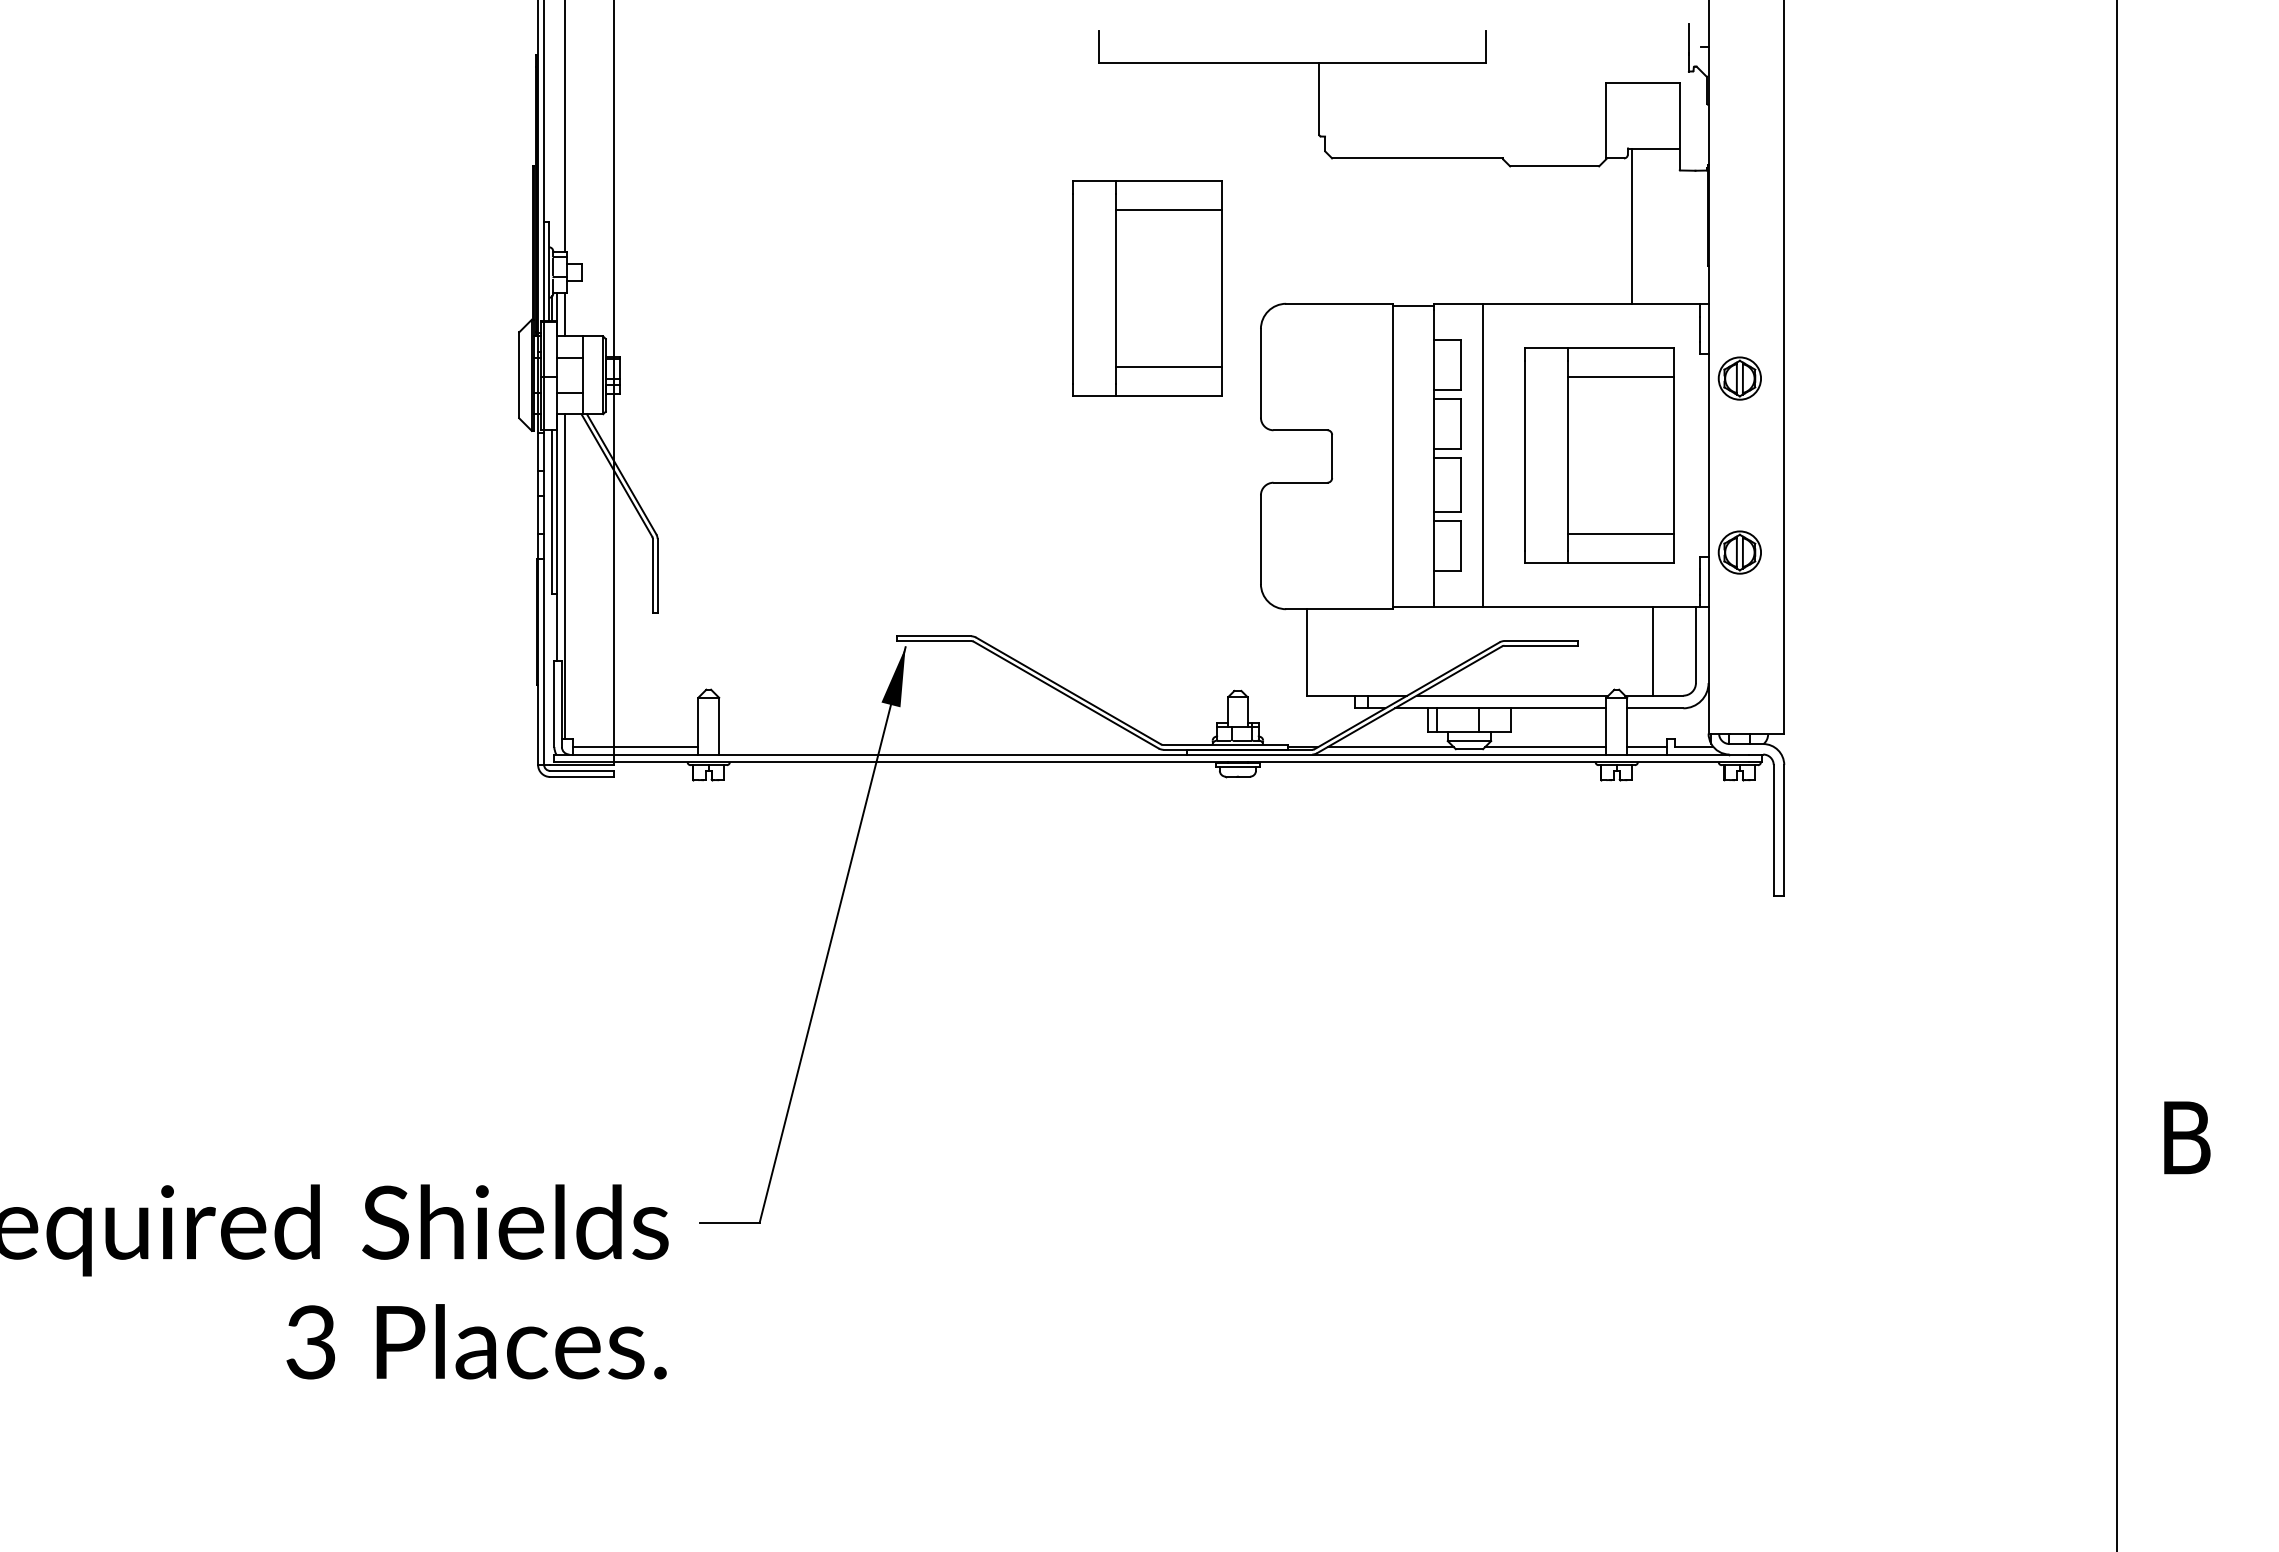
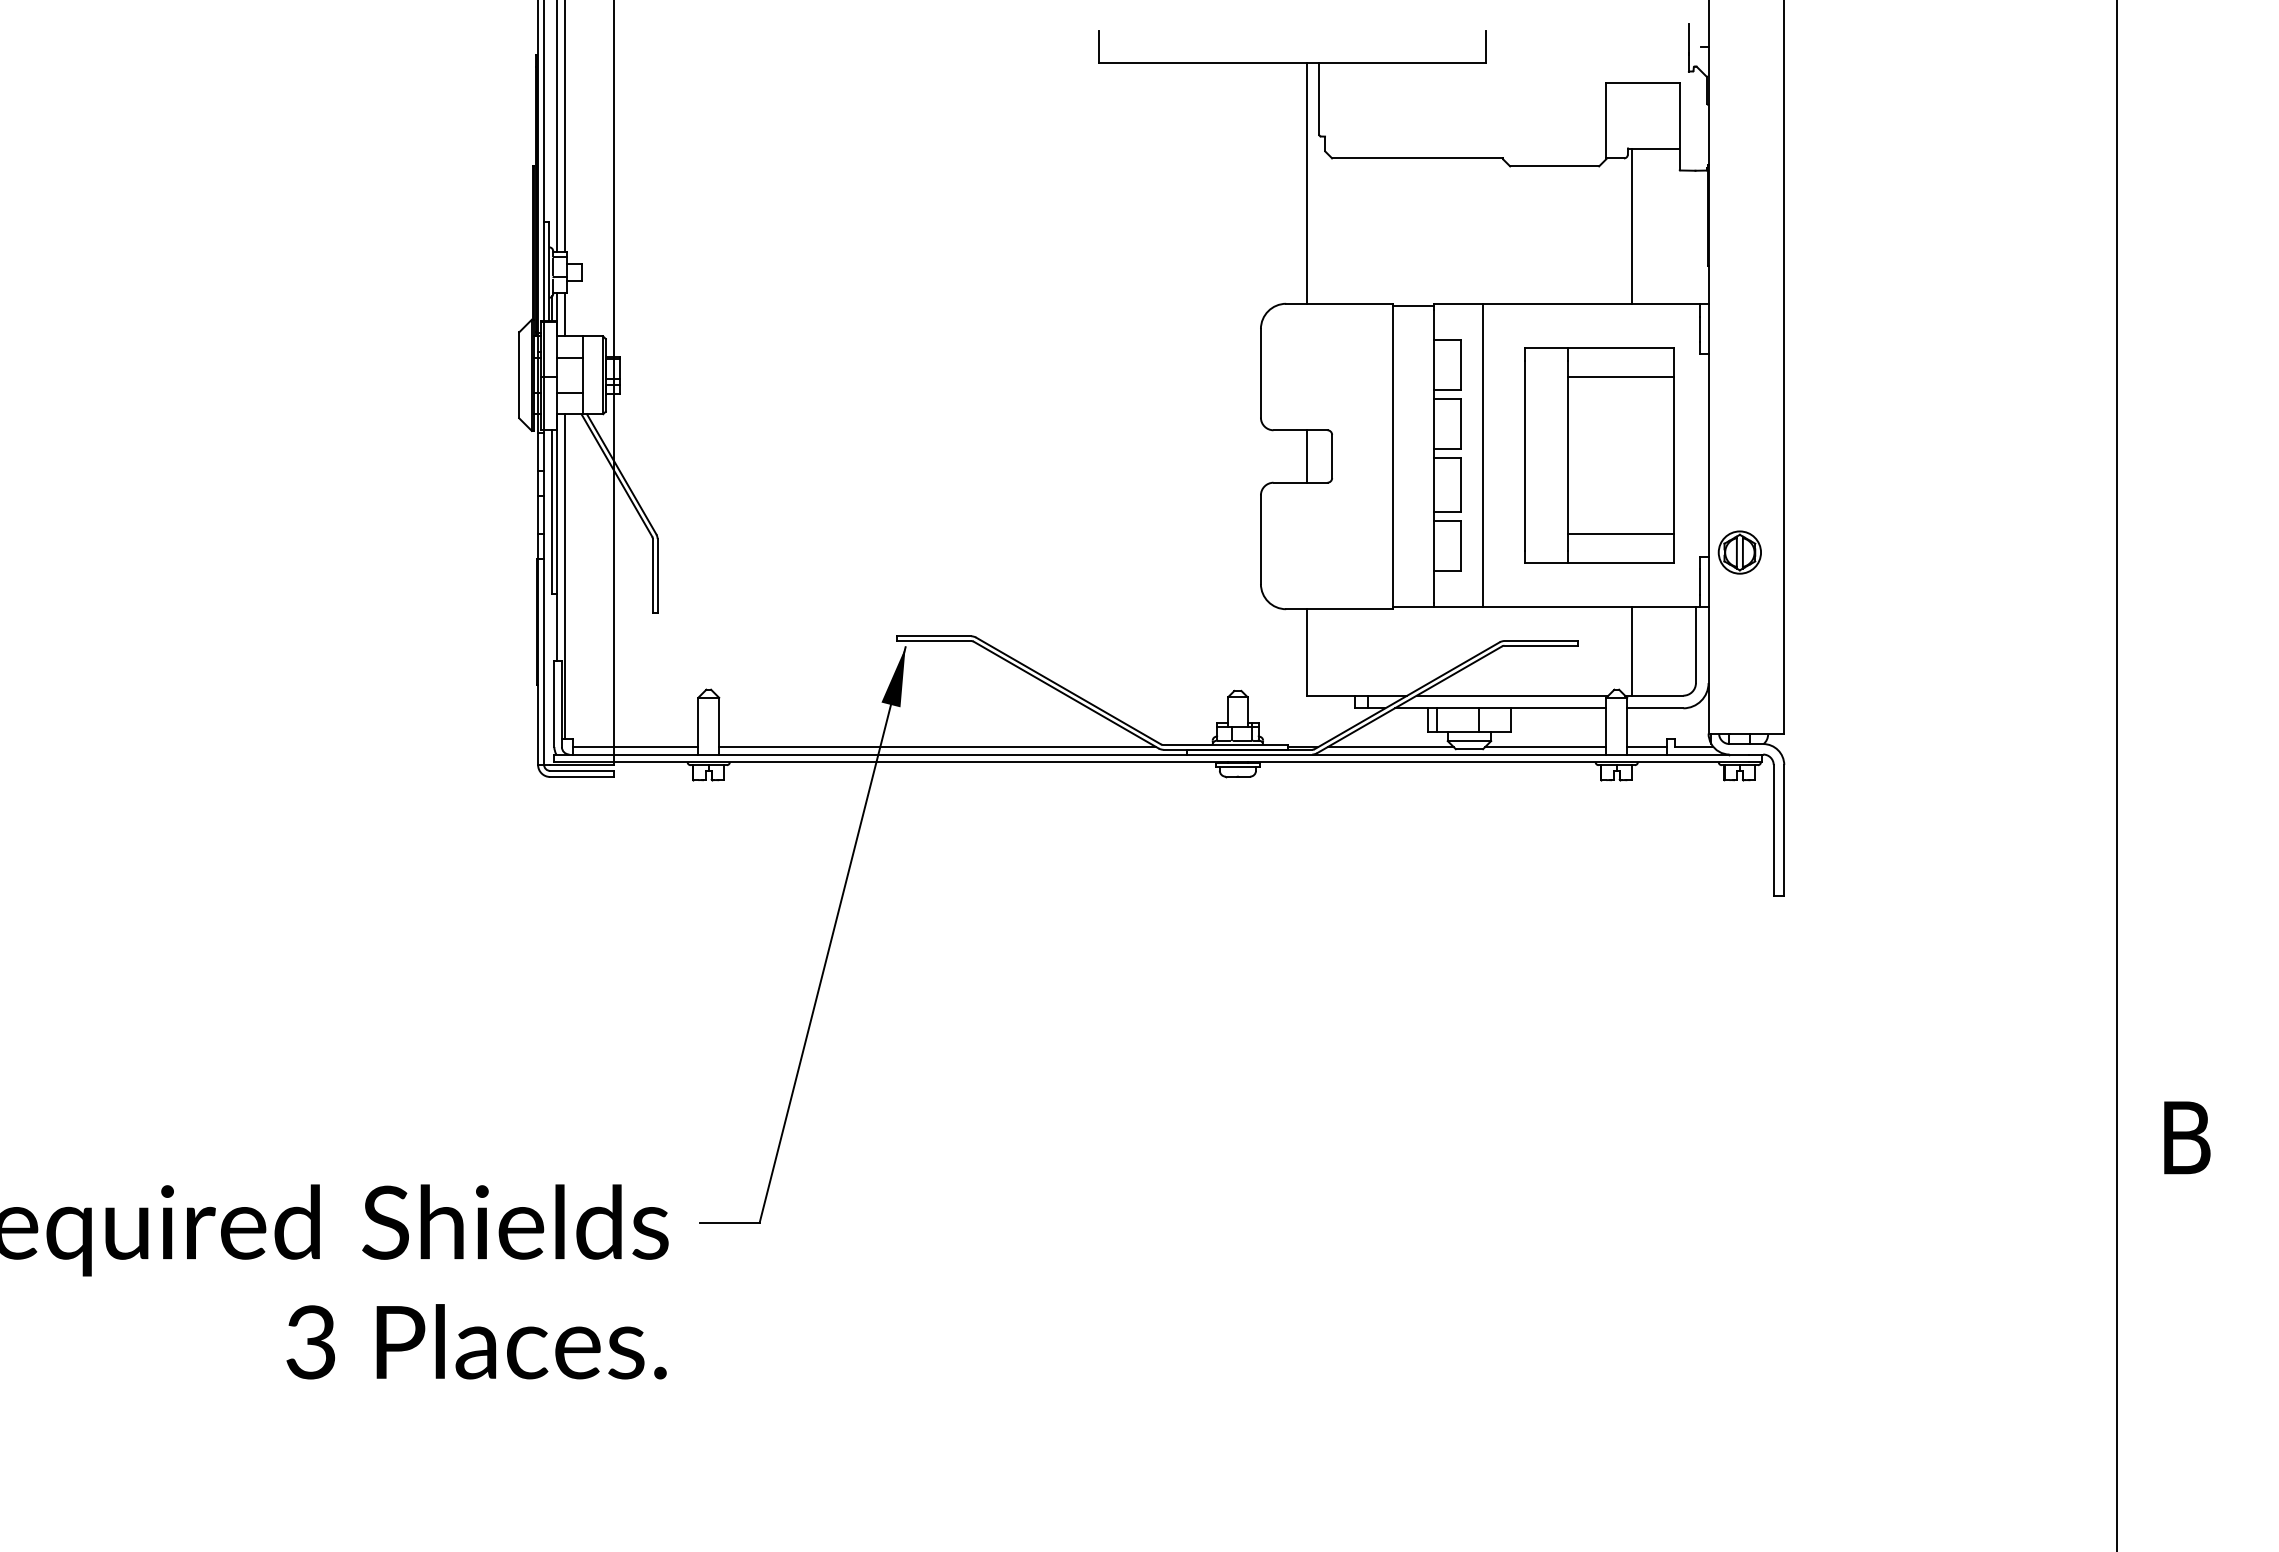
line at (557, 127): none -> present
line at (1306, 183): none -> present
part at (1147, 288): present -> none
part at (1739, 378): present -> none
line at (1306, 456): none -> present
line at (1653, 651) position: (1653, 651) -> (1632, 651)
line at (937, 747): none -> present
